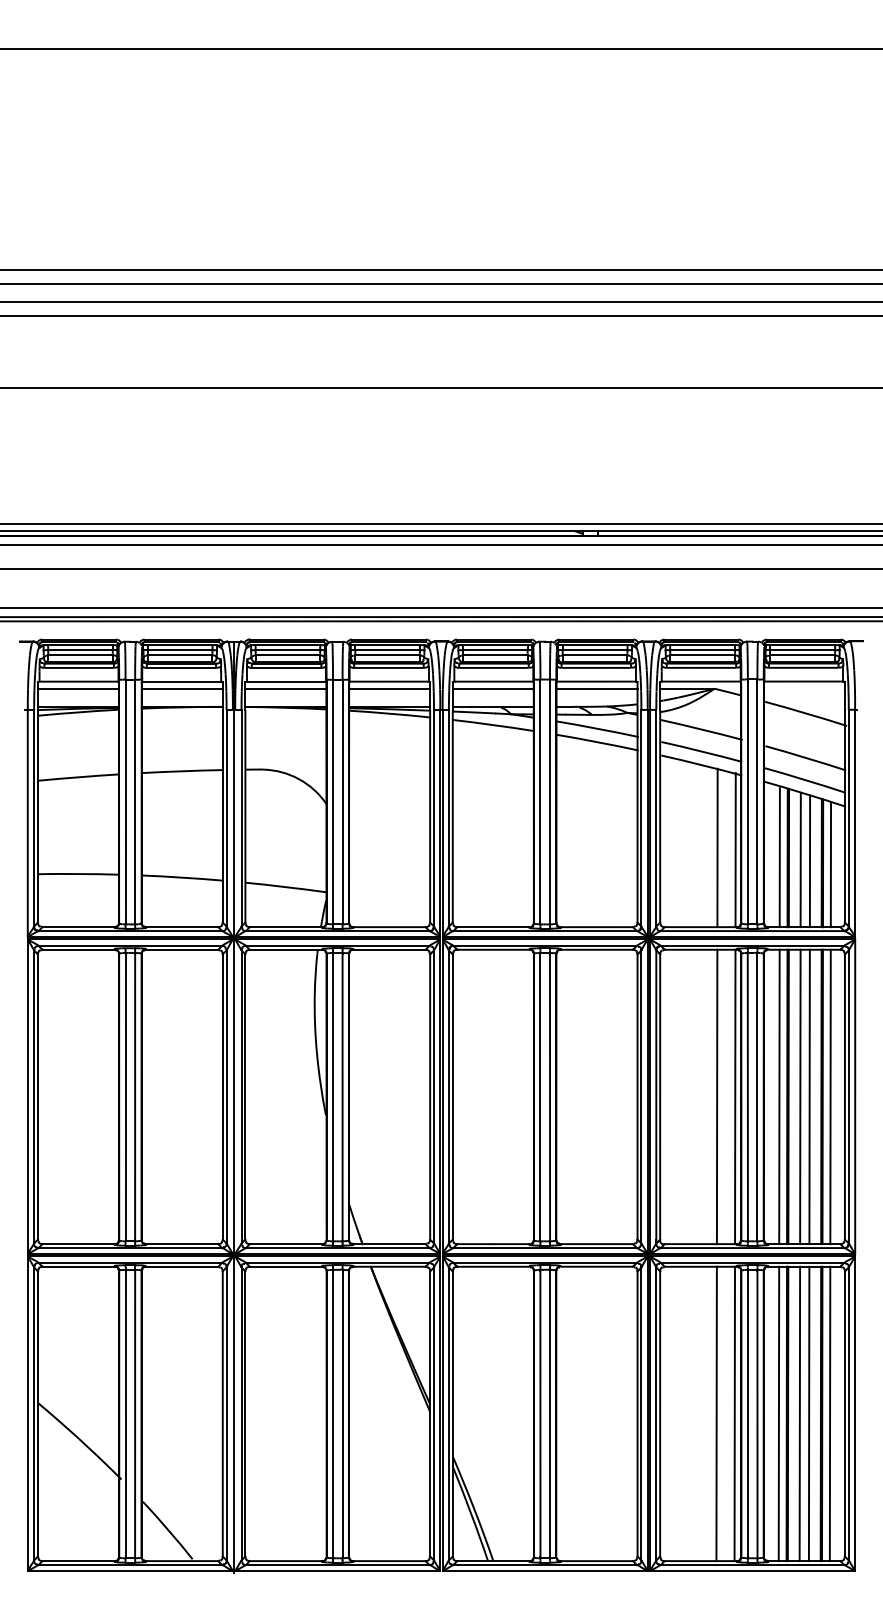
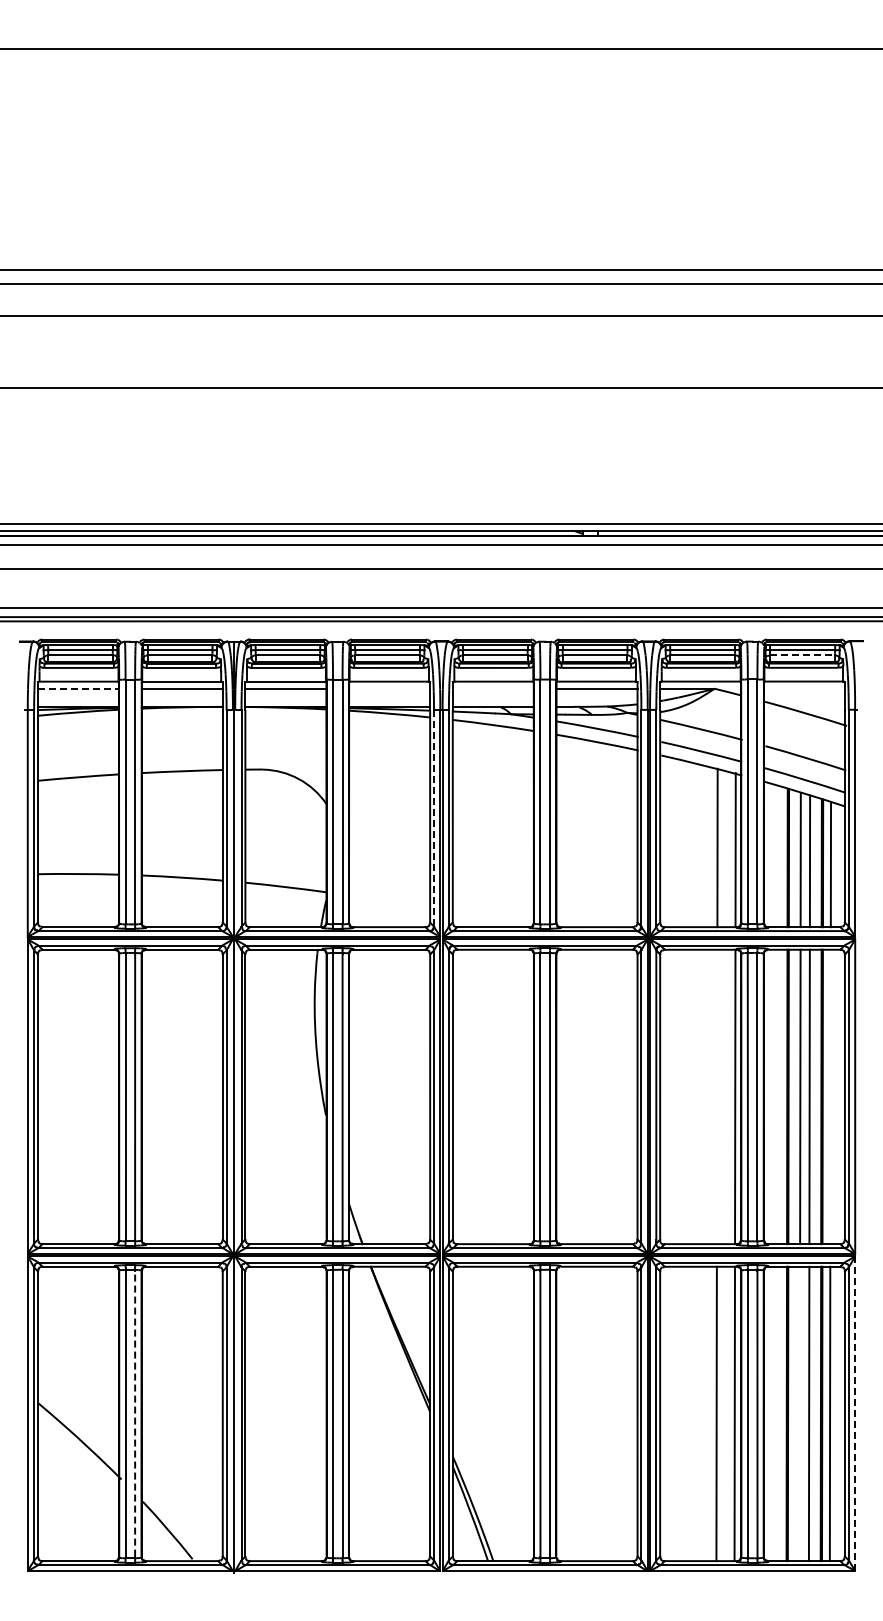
line at (440, 302): present -> none
line at (802, 655): solid -> dashed
line at (78, 688): solid -> dashed
line at (389, 688): present -> none
line at (492, 688): present -> none
line at (434, 818): solid -> dashed
line at (779, 857): present -> none
line at (716, 1096): present -> none
line at (779, 1096): present -> none
line at (830, 1096): present -> none
line at (135, 1413): solid -> dashed
line at (778, 1413): present -> none
line at (799, 1413): present -> none
line at (855, 1414): solid -> dashed
